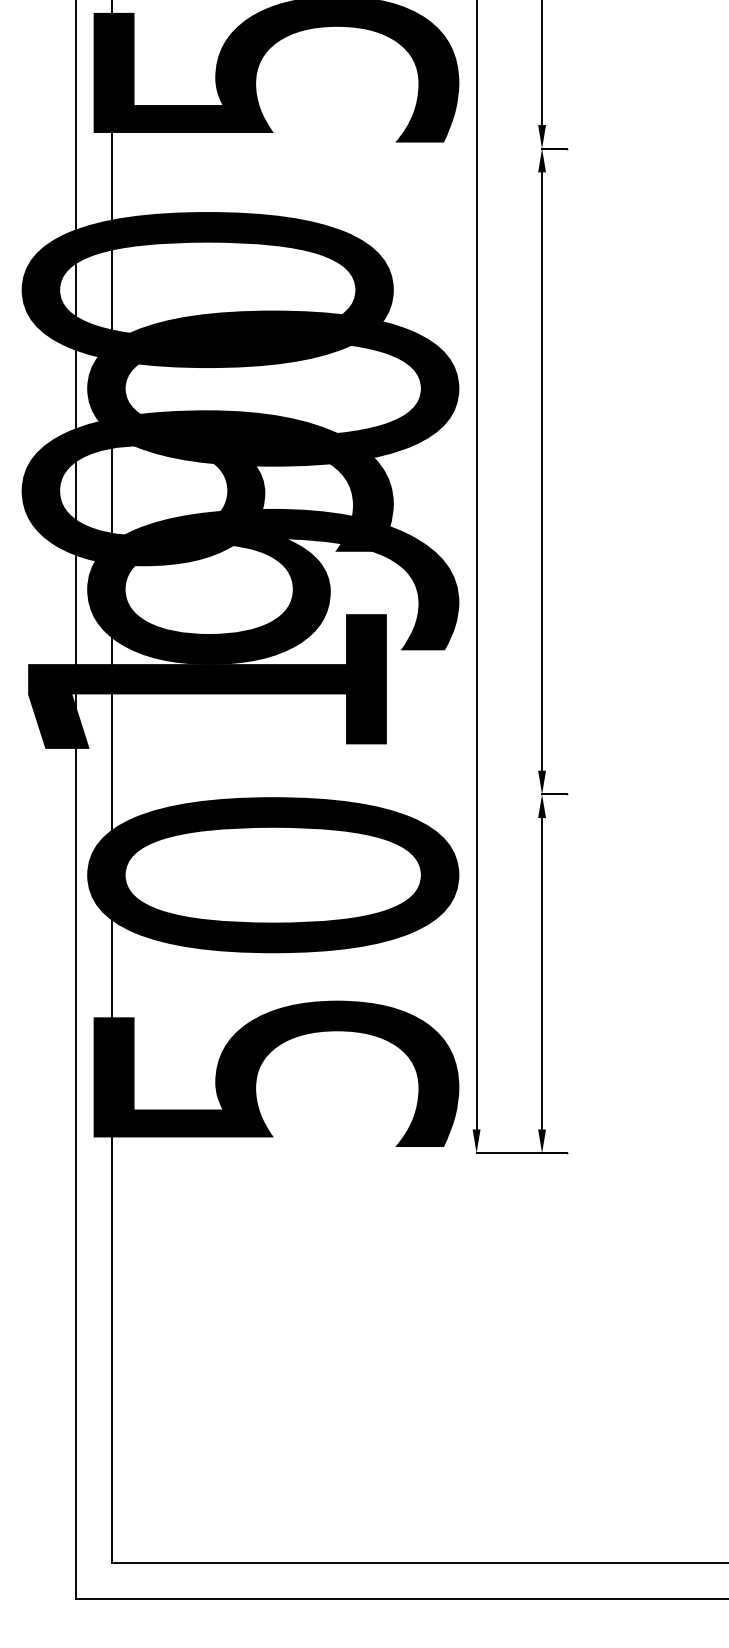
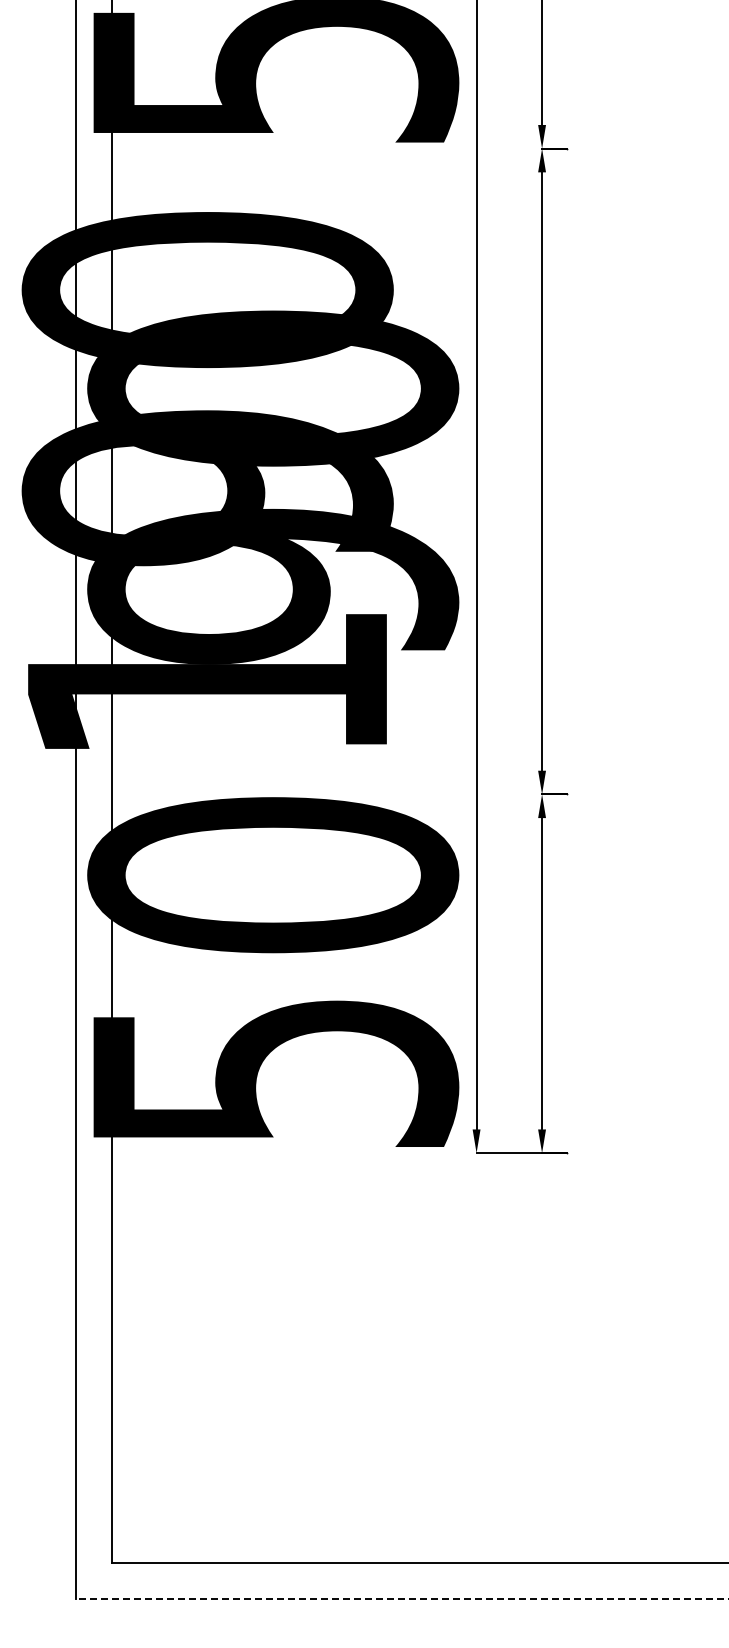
line at (402, 1598): solid -> dashed
